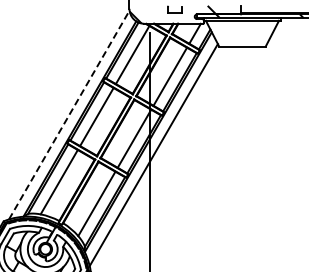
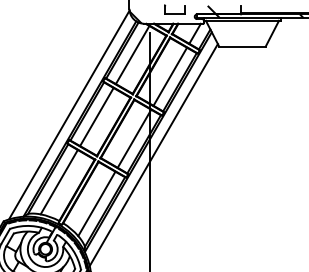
part at (174, 9) size: 16x9 px -> 22x11 px
line at (69, 115): dashed -> solid
